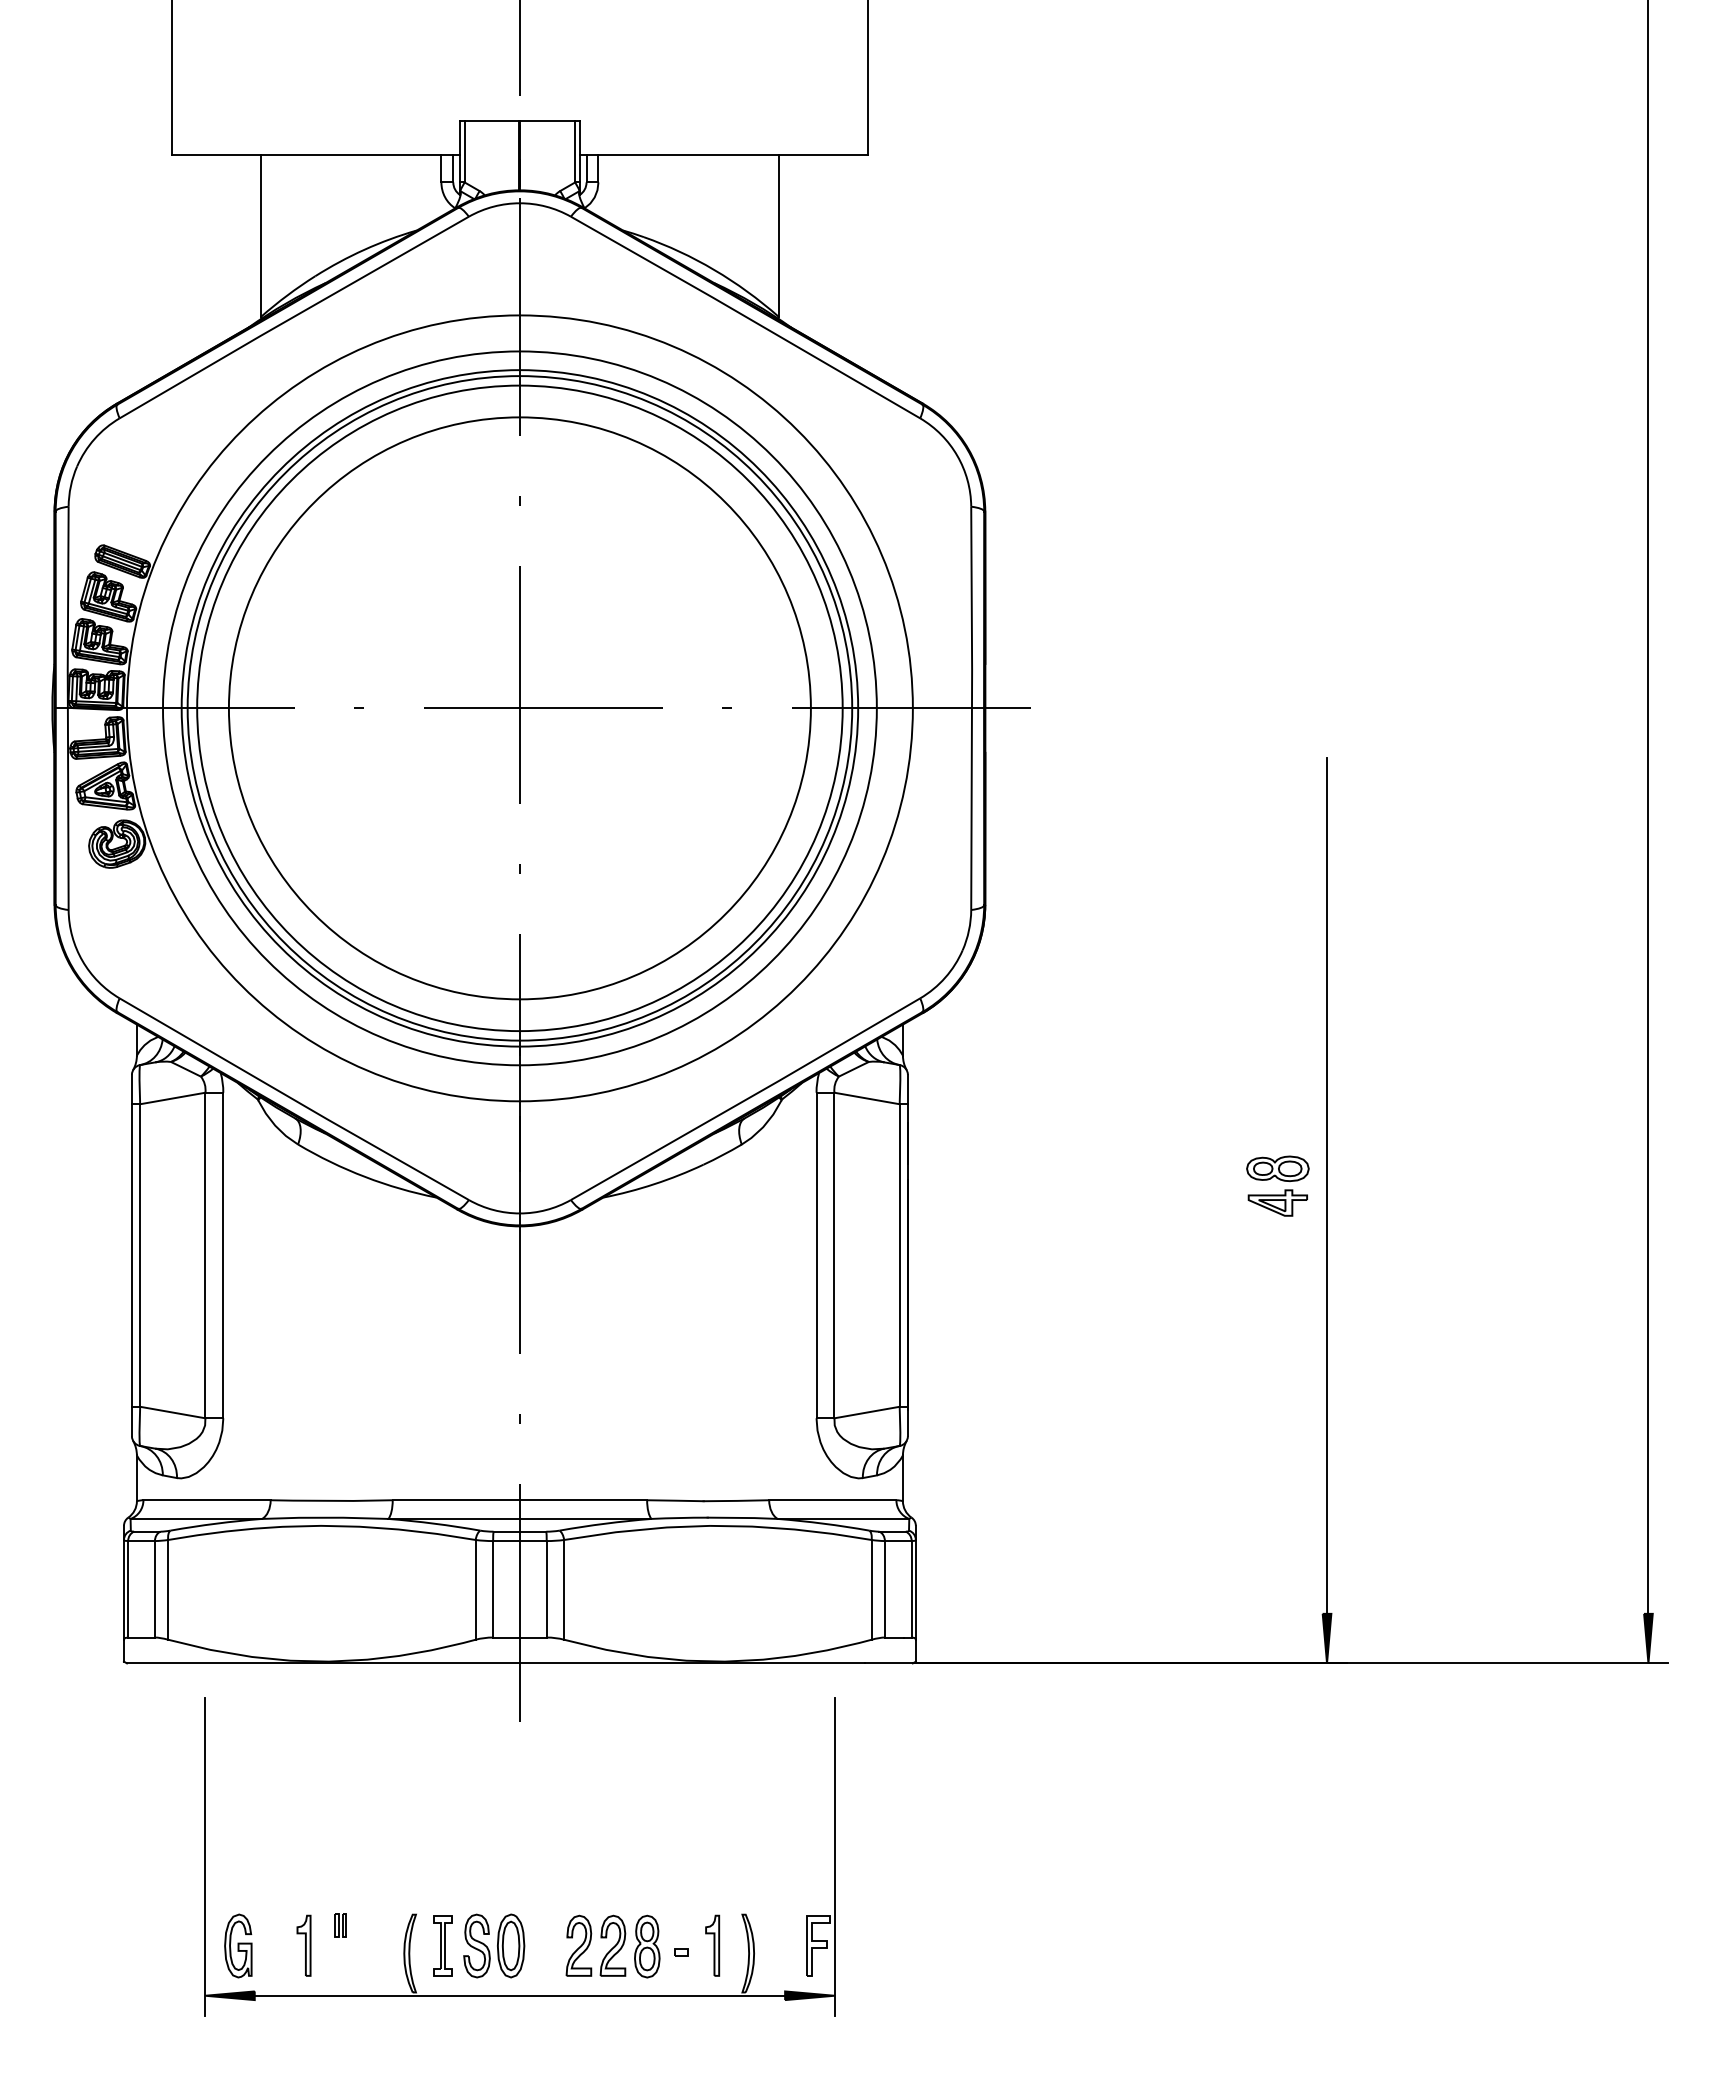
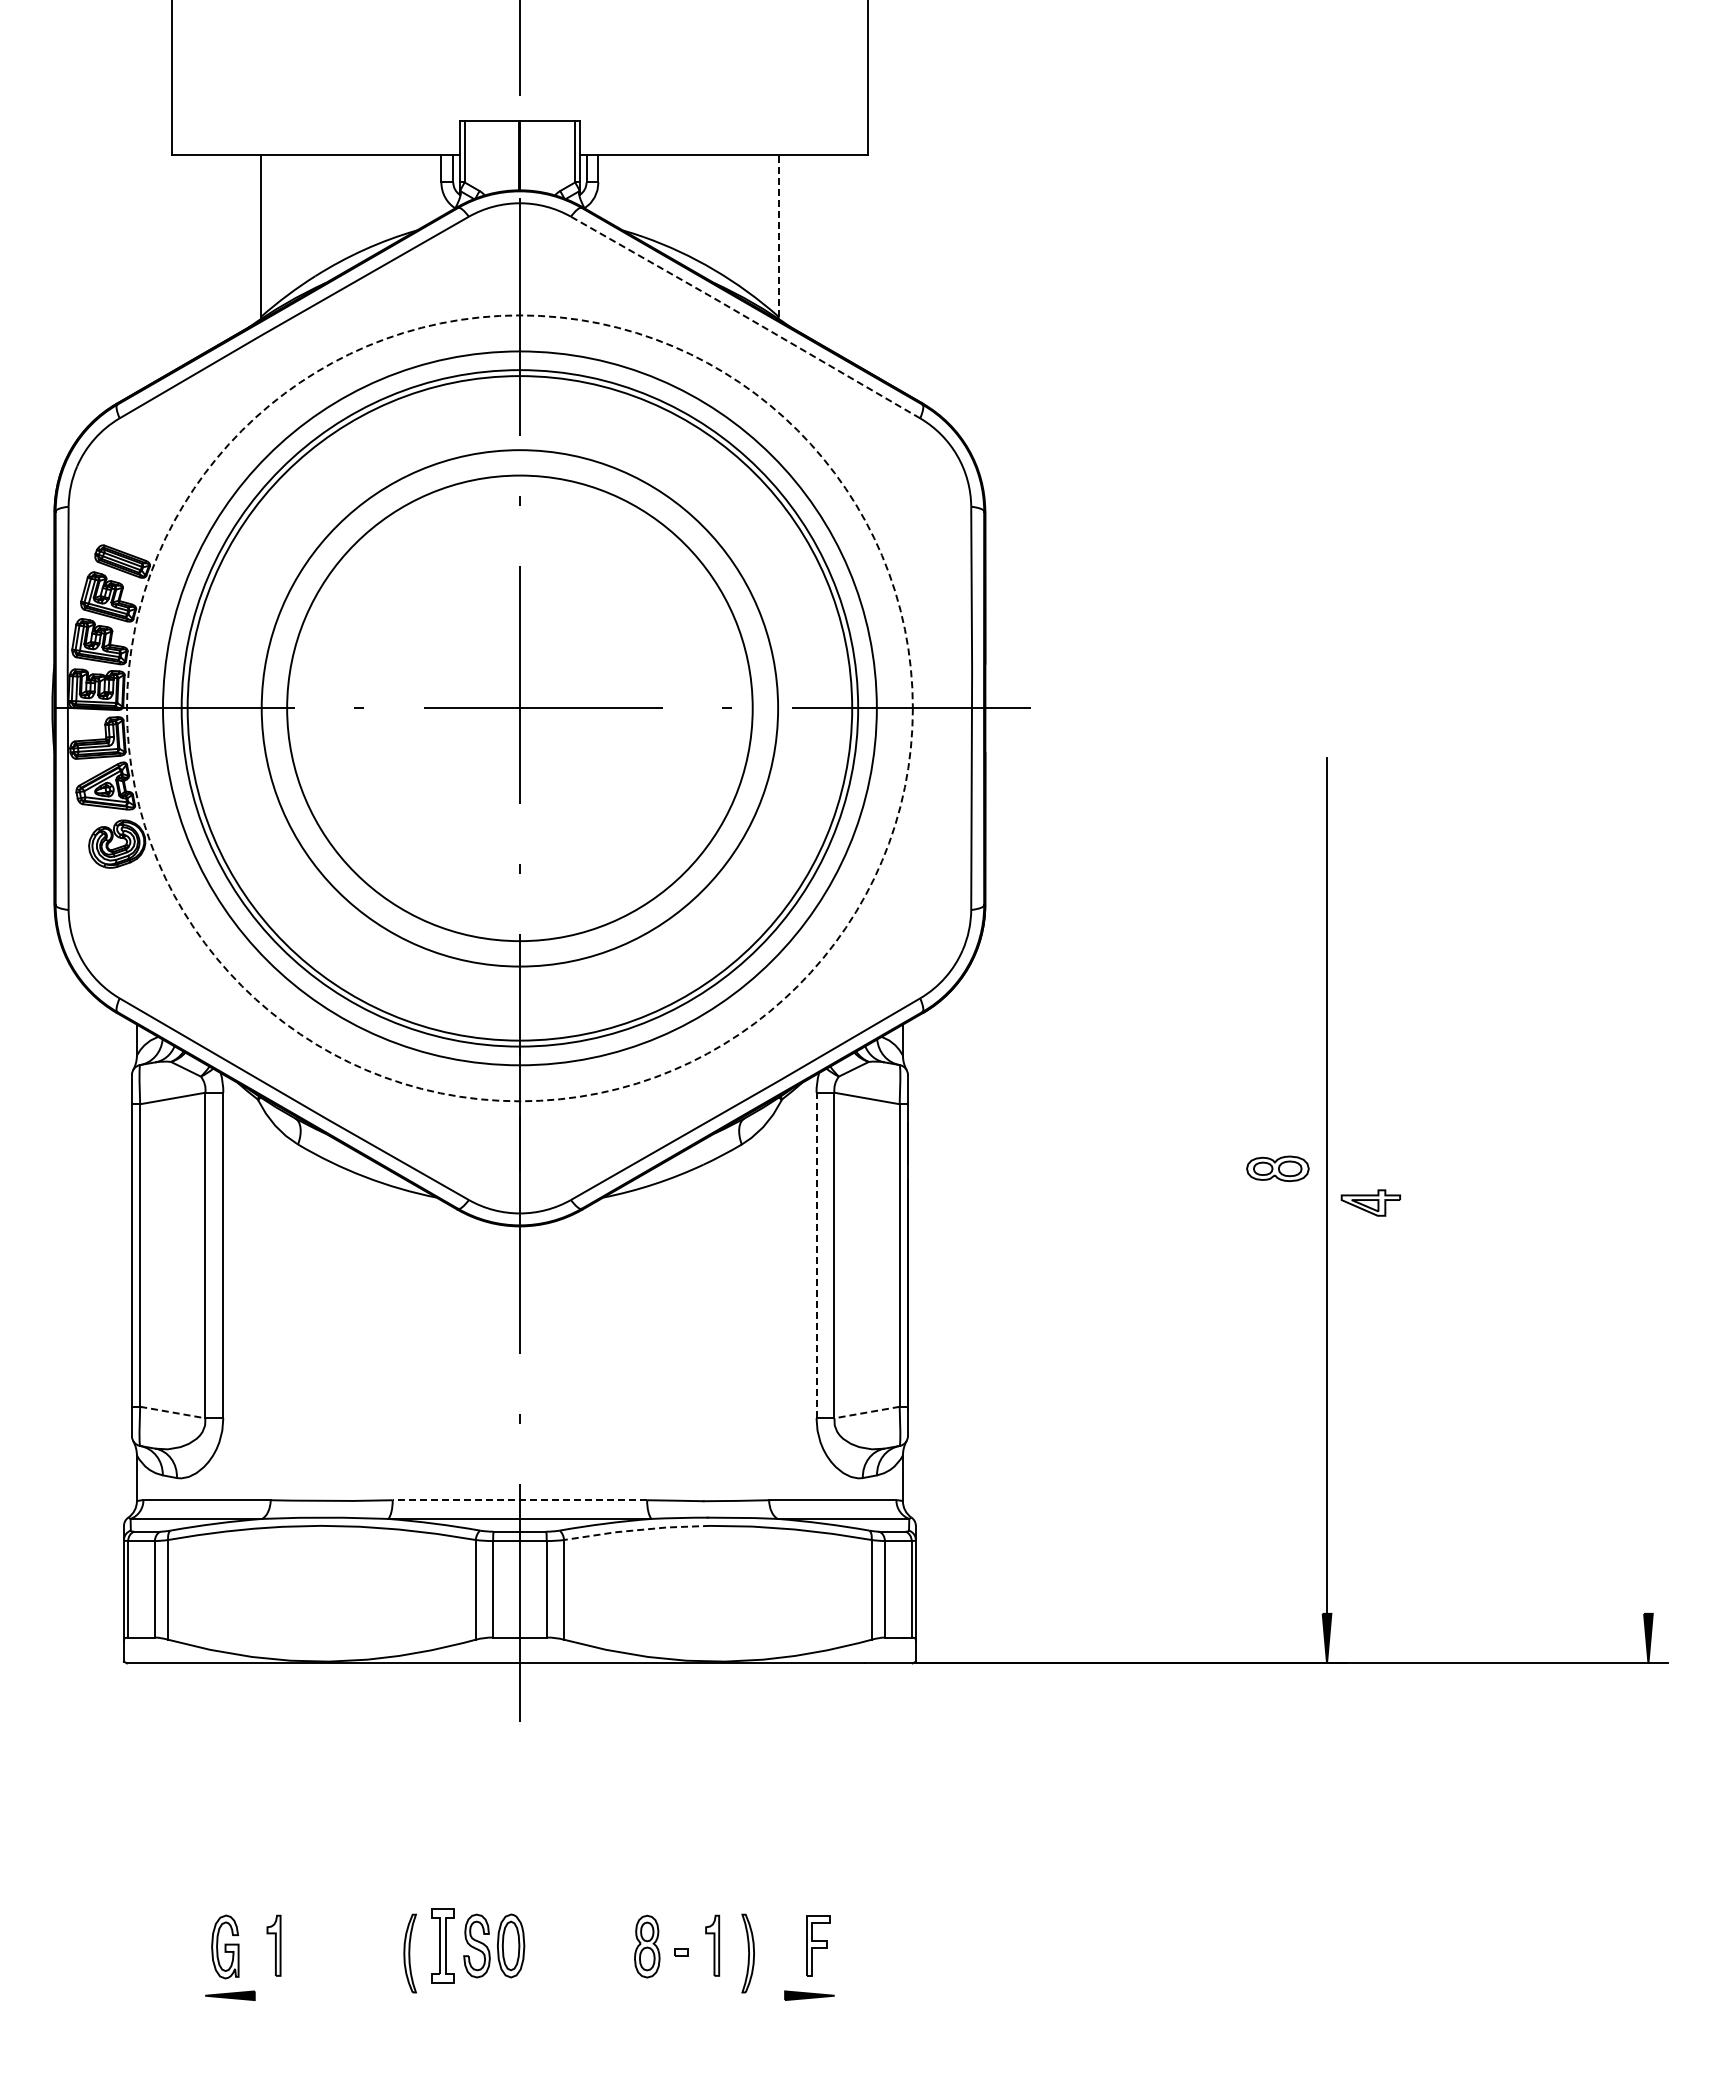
line at (778, 236): solid -> dashed
line at (745, 316): solid -> dashed
circle at (519, 708) diameter: 582 px -> 466 px
circle at (519, 708) diameter: 646 px -> 516 px
circle at (519, 708): solid -> dashed
line at (1648, 807): present -> none
part at (1277, 1202) position: (1277, 1202) -> (1370, 1202)
line at (816, 1255): solid -> dashed
line at (173, 1412): solid -> dashed
line at (866, 1412): solid -> dashed
line at (519, 1500): solid -> dashed
line at (636, 1530): solid -> dashed
line at (205, 1856): present -> none
line at (834, 1856): present -> none
part at (340, 1925): present -> none
part at (238, 1945) position: (238, 1945) -> (225, 1946)
part at (303, 1945) position: (303, 1945) -> (273, 1945)
part at (442, 1945) size: 20x62 px -> 24x76 px
part at (595, 1945): present -> none
line at (519, 1995): present -> none
